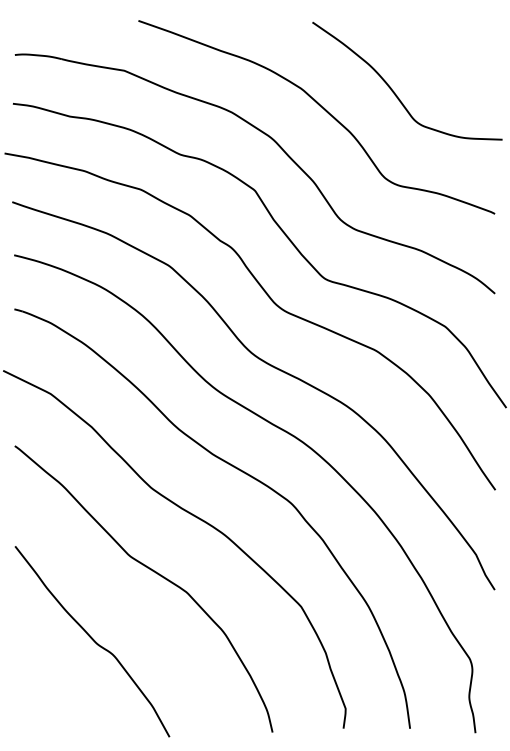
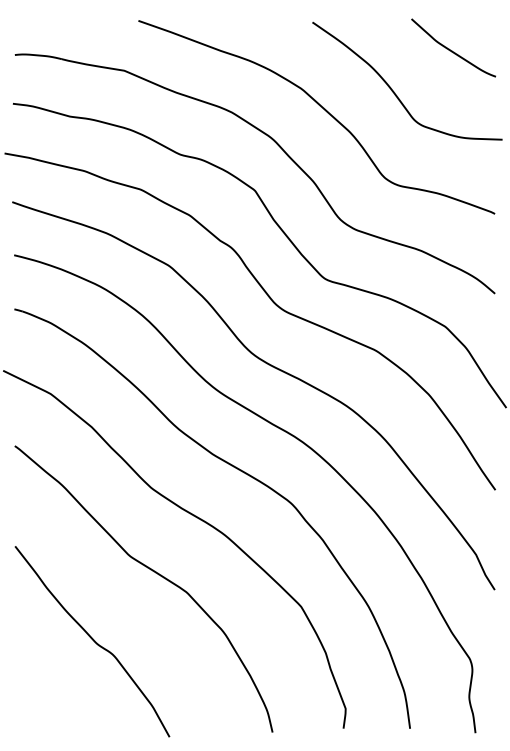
curve at (452, 50): none -> present
